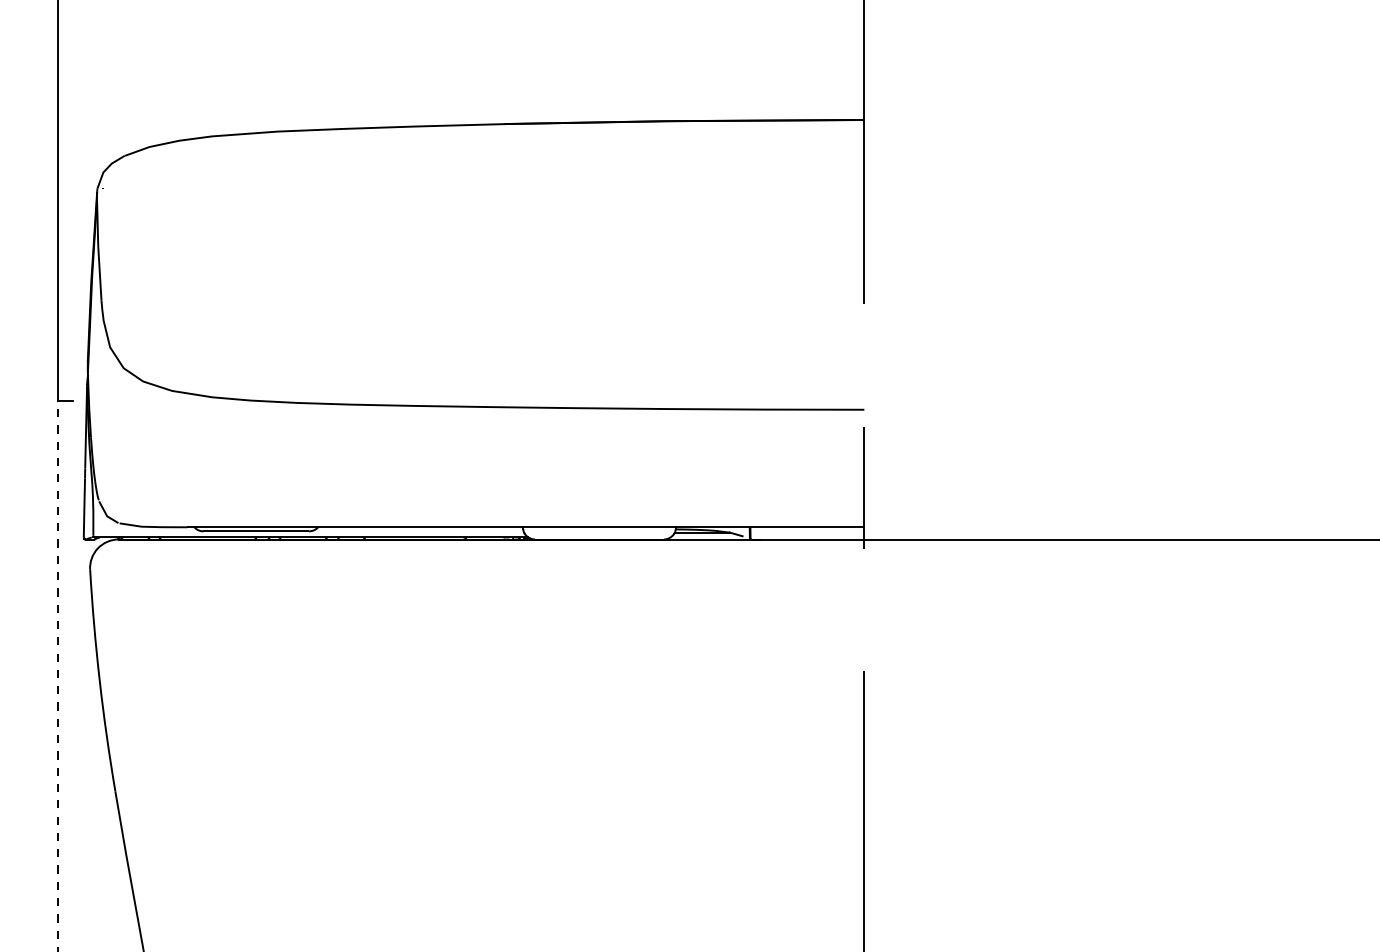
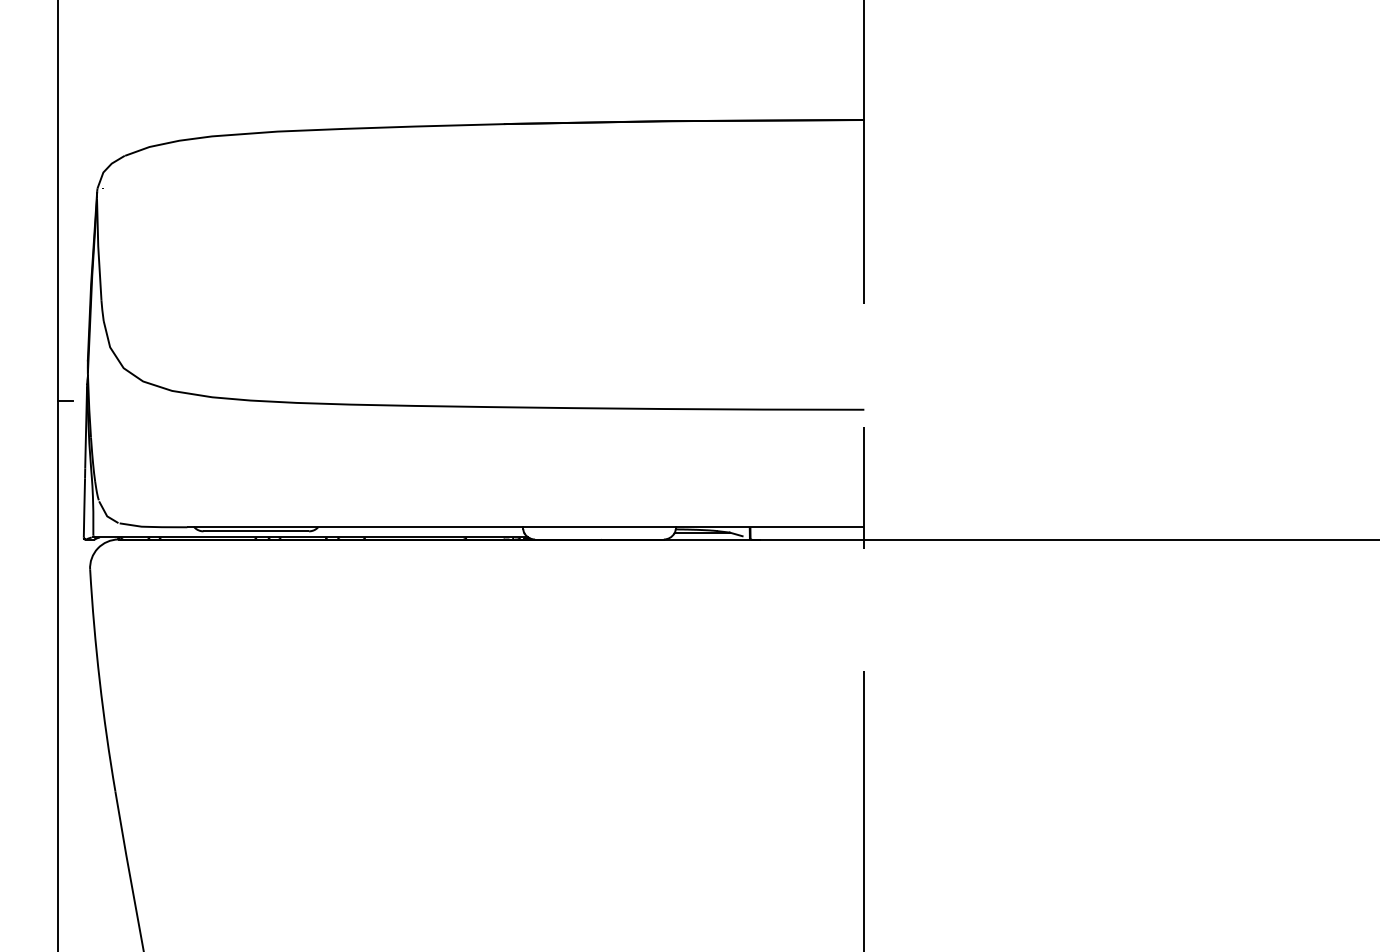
line at (57, 675): dashed -> solid
